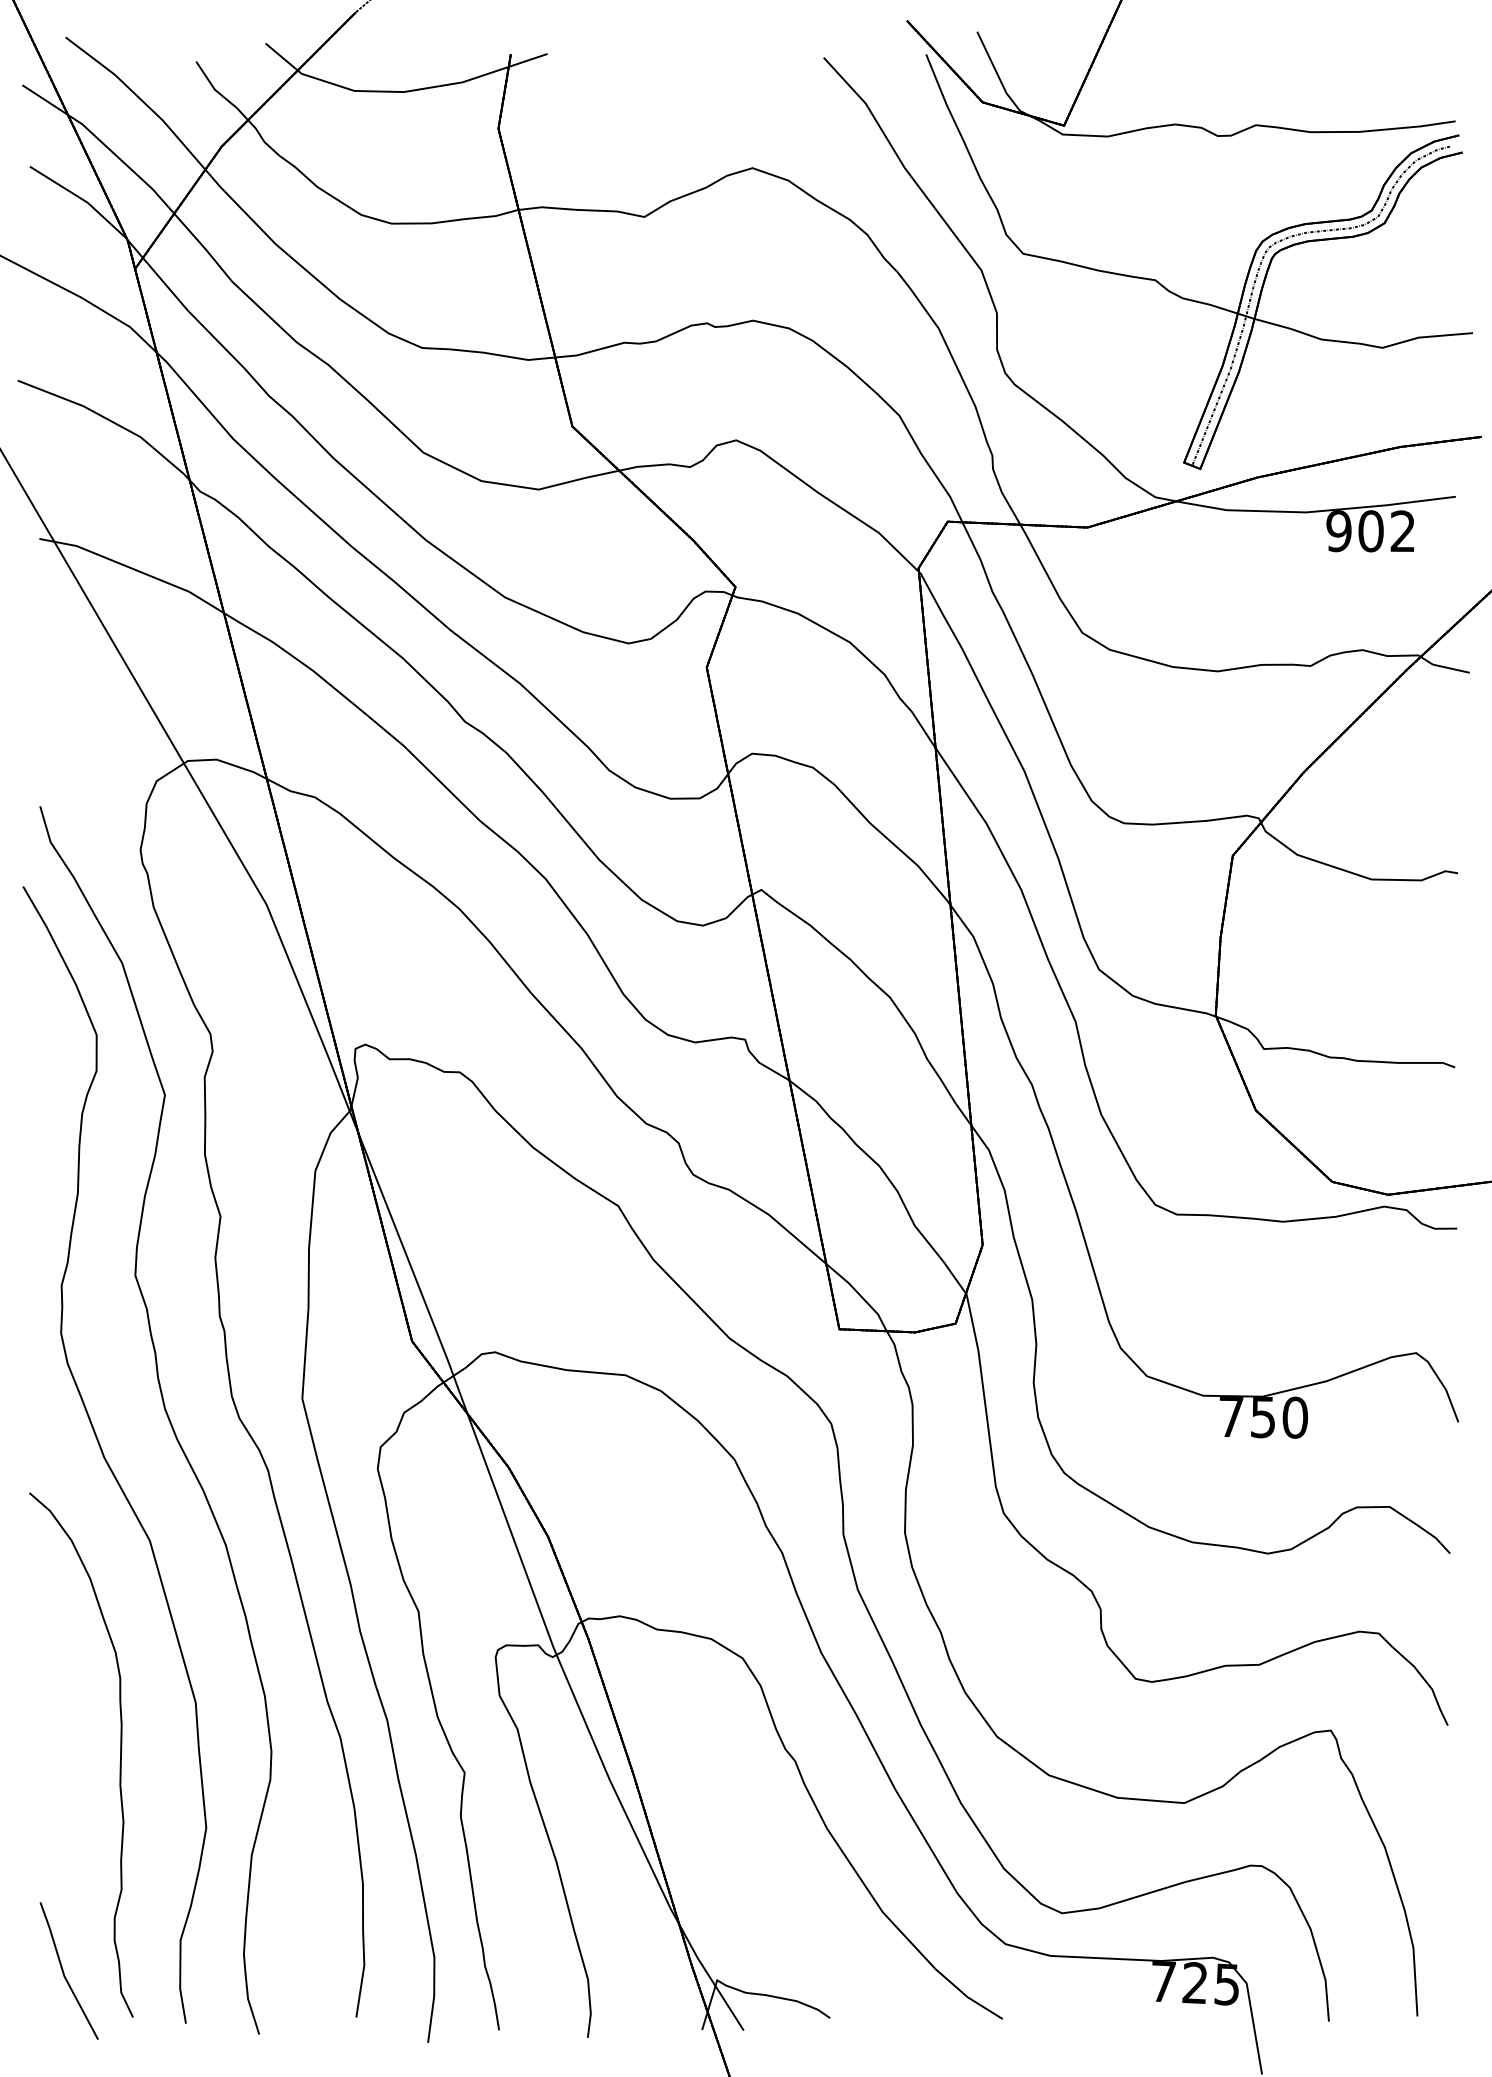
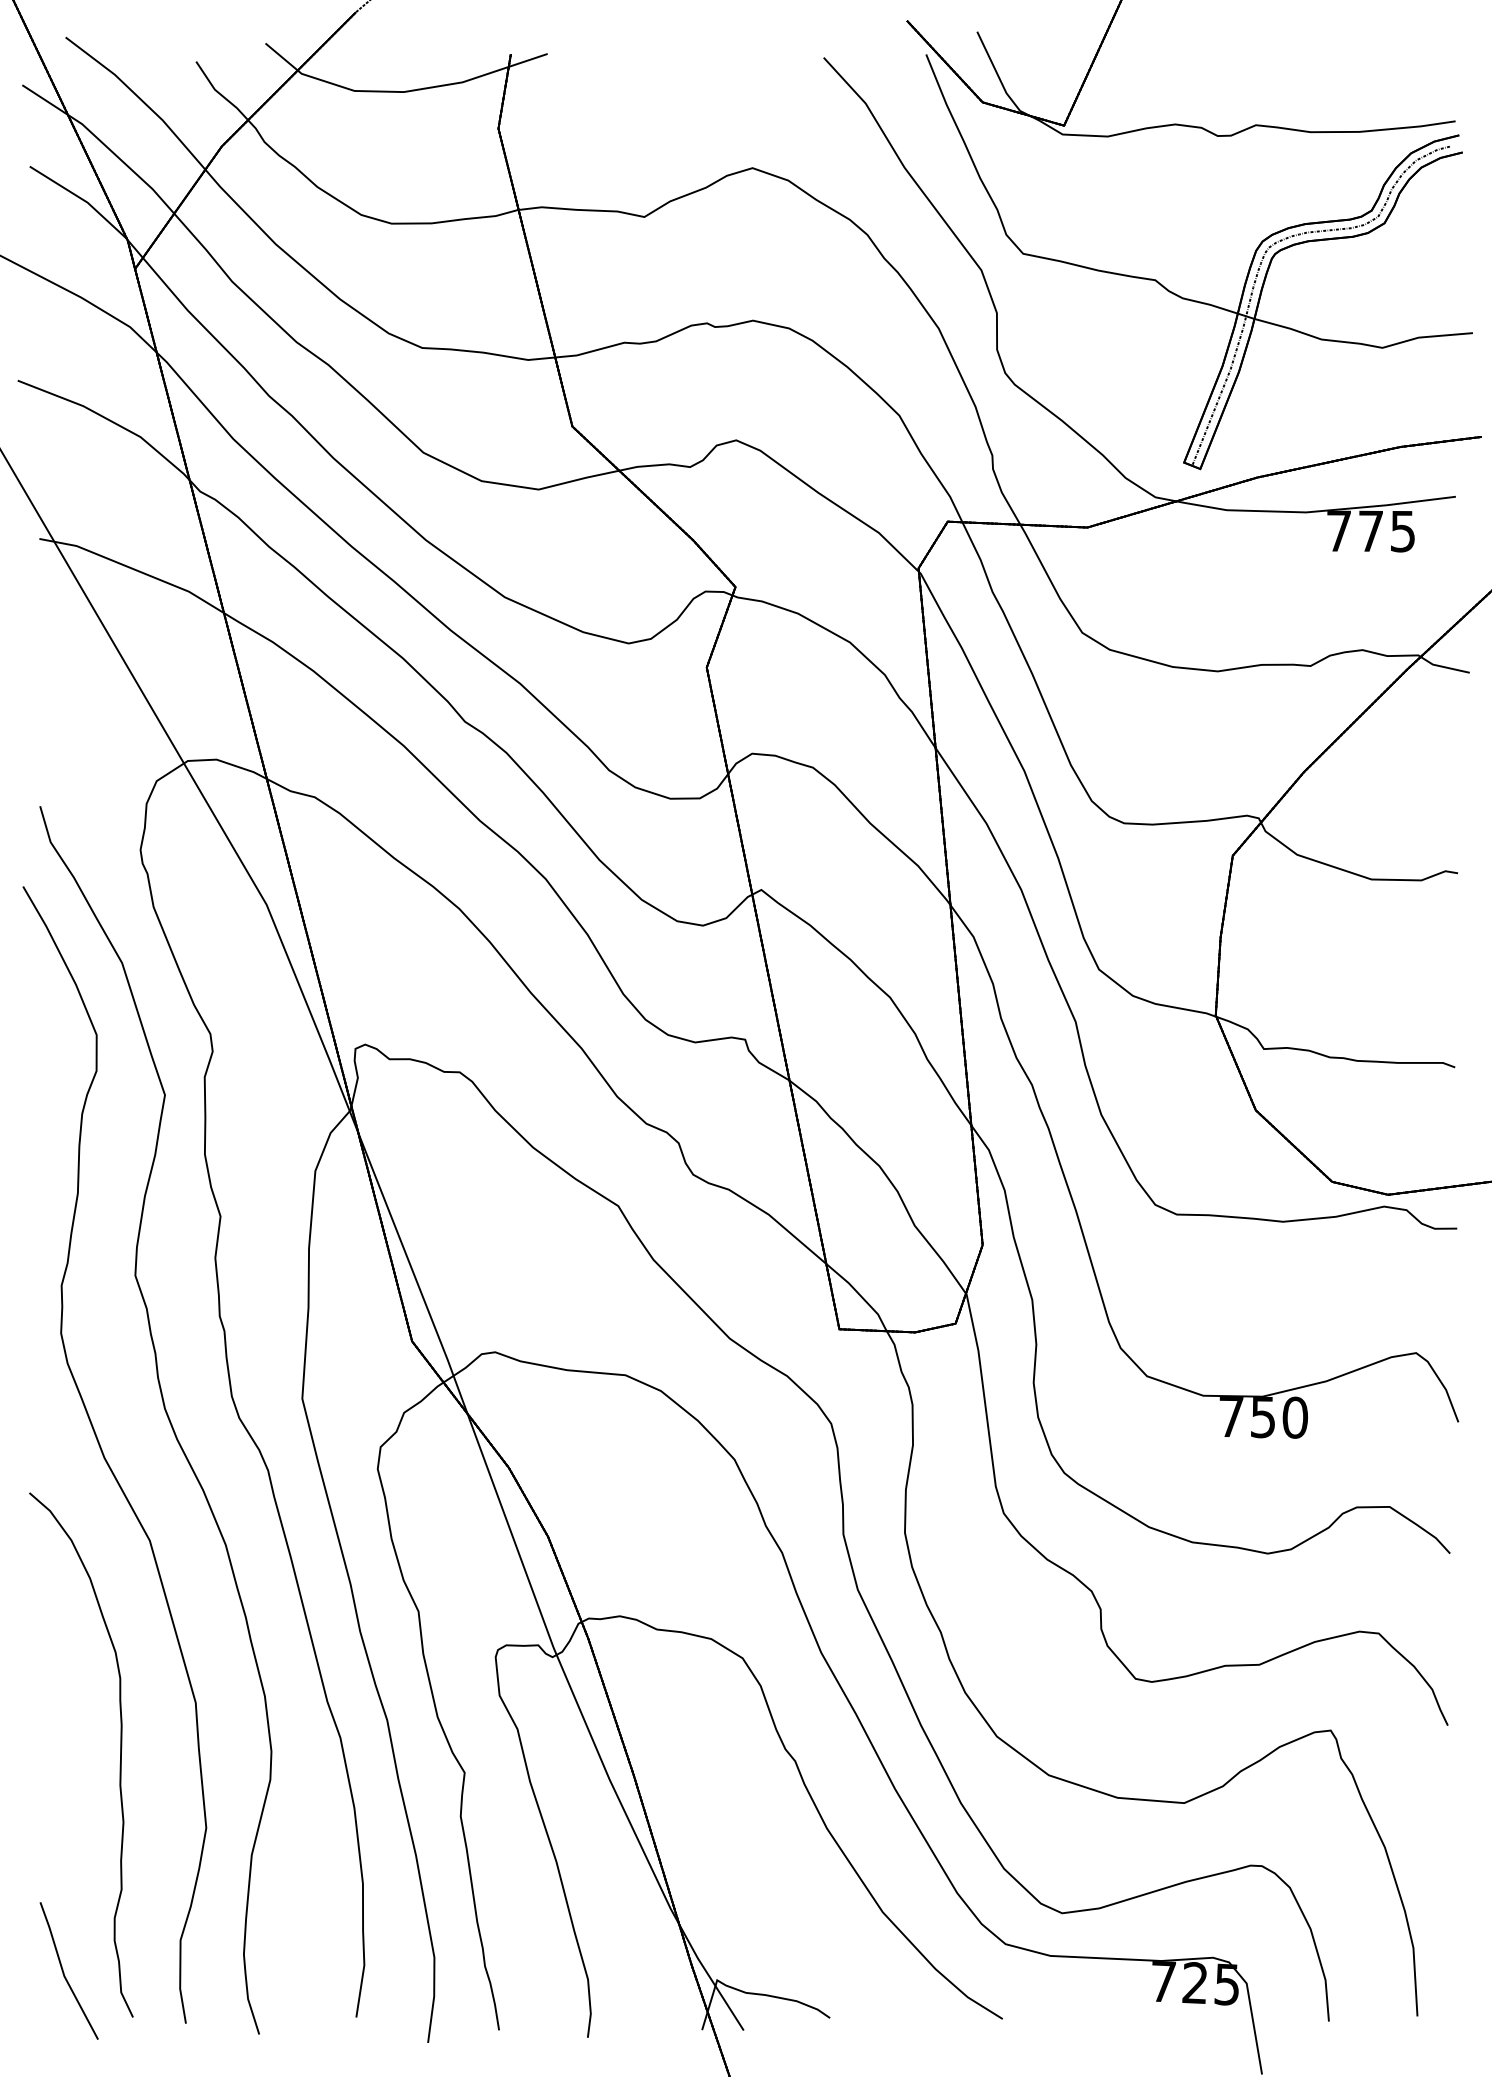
text at (1370, 531): 902 -> 775
